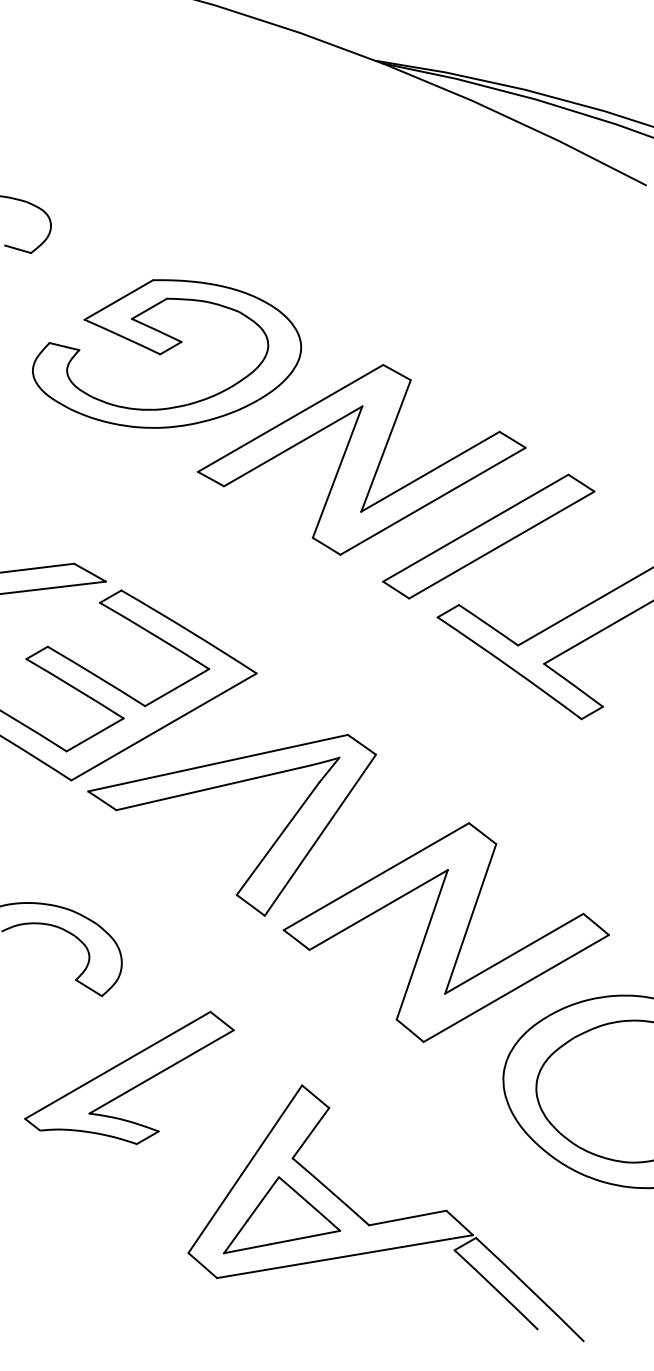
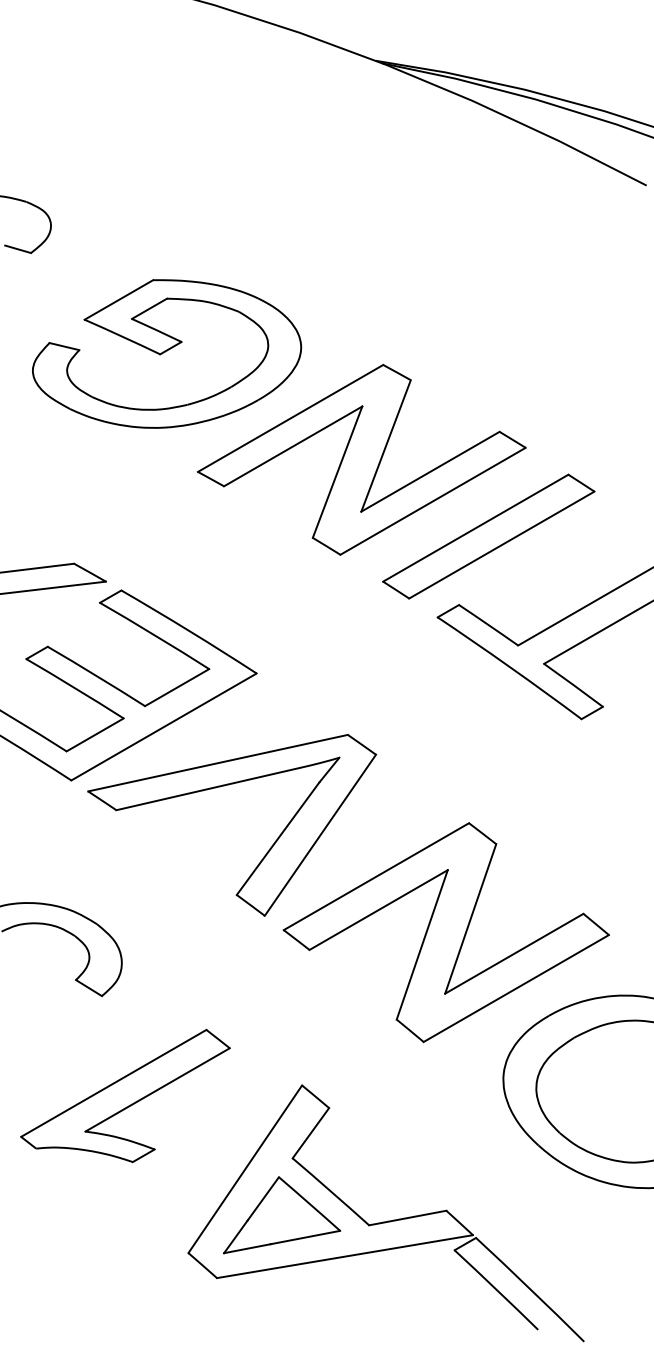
part at (129, 1077) position: (129, 1077) -> (125, 1095)
